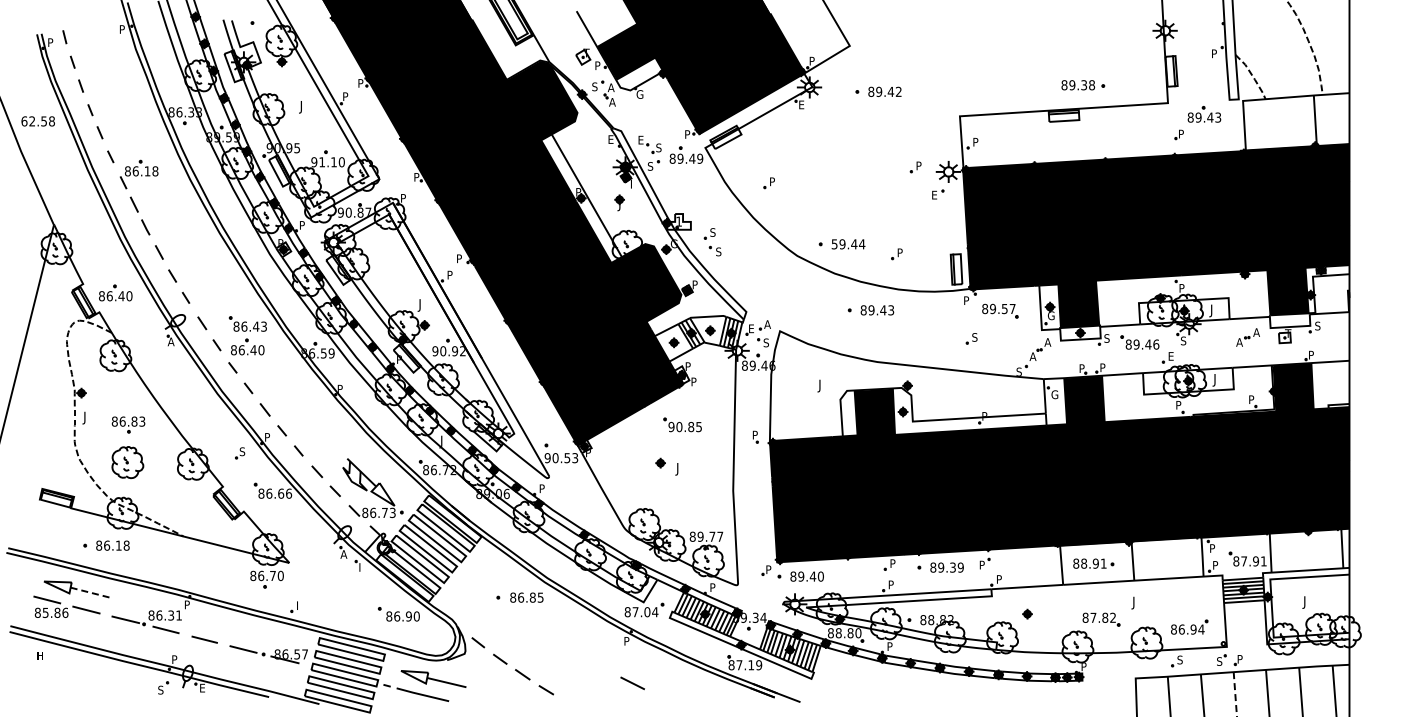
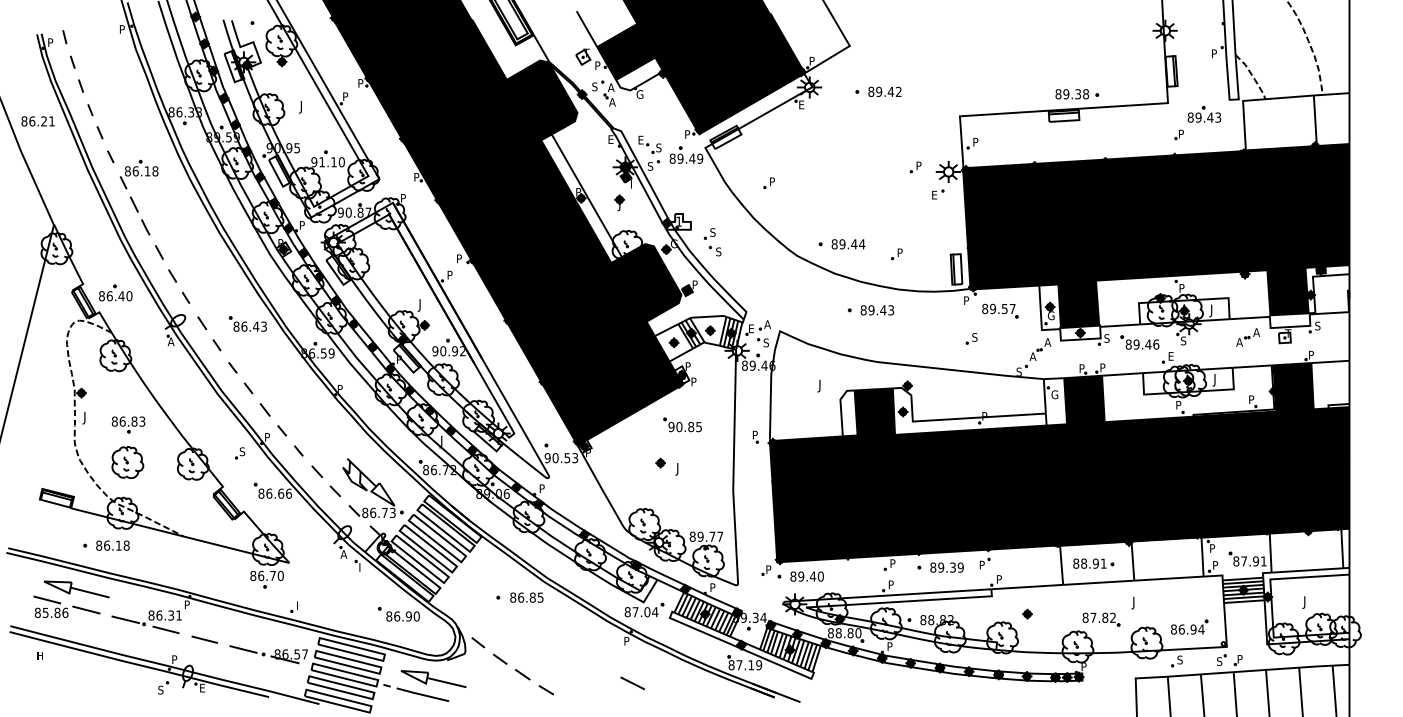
part at (1083, 85) position: (1083, 85) -> (1077, 94)
text at (37, 121): 62.58 -> 86.21
text at (834, 244): 59.44 -> 89.44
part at (247, 346): present -> none
line at (90, 592): dashed -> solid
line at (1235, 694): dashed -> solid
